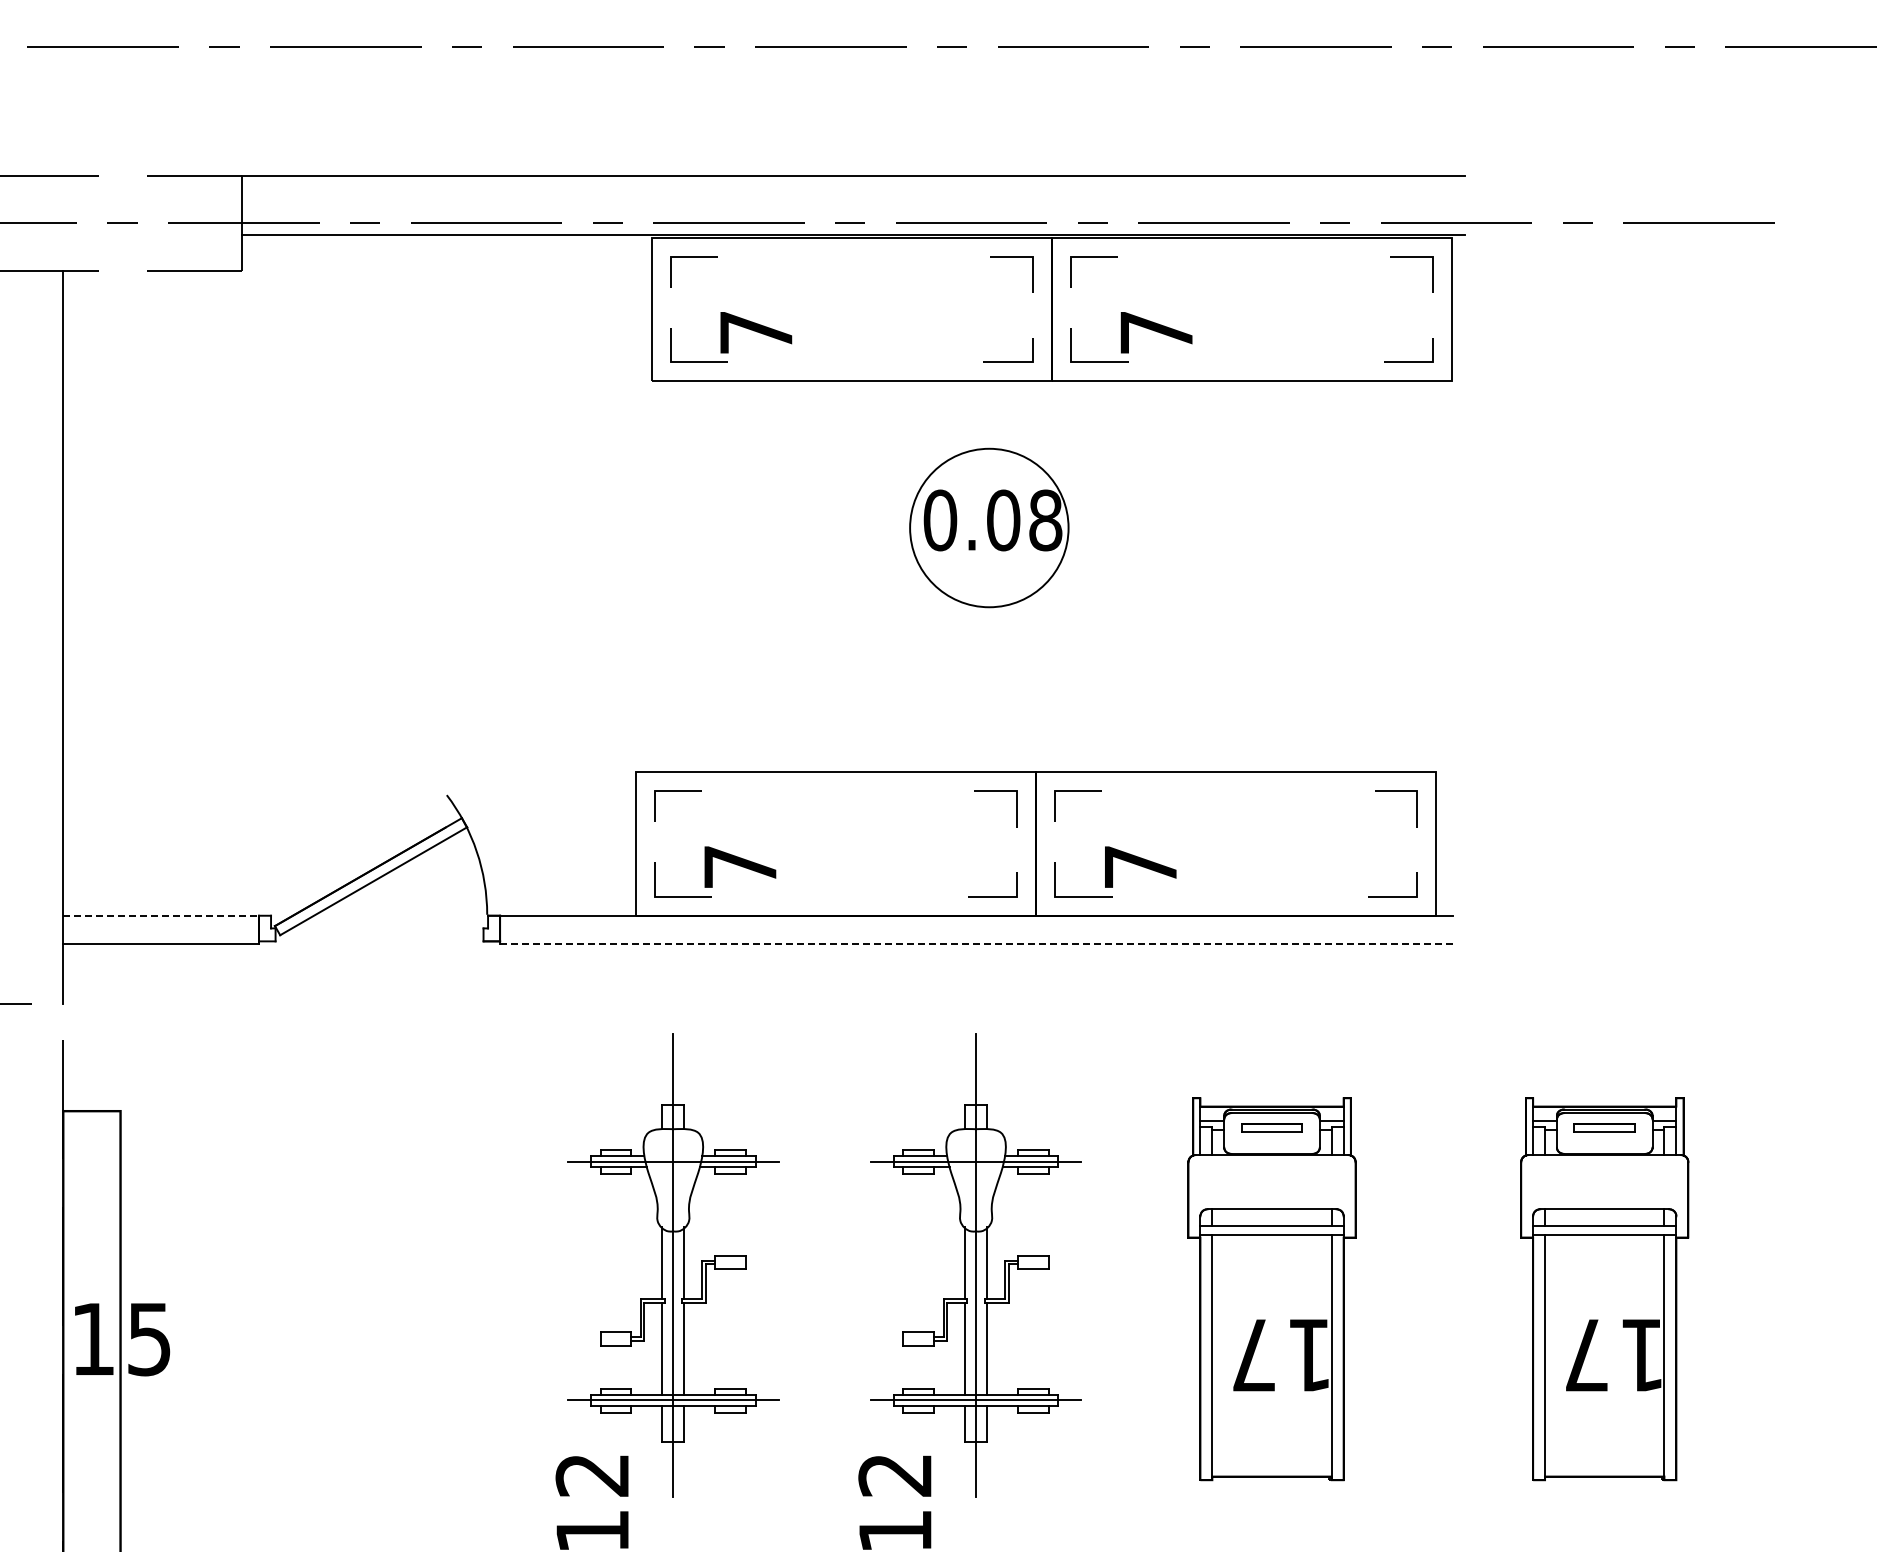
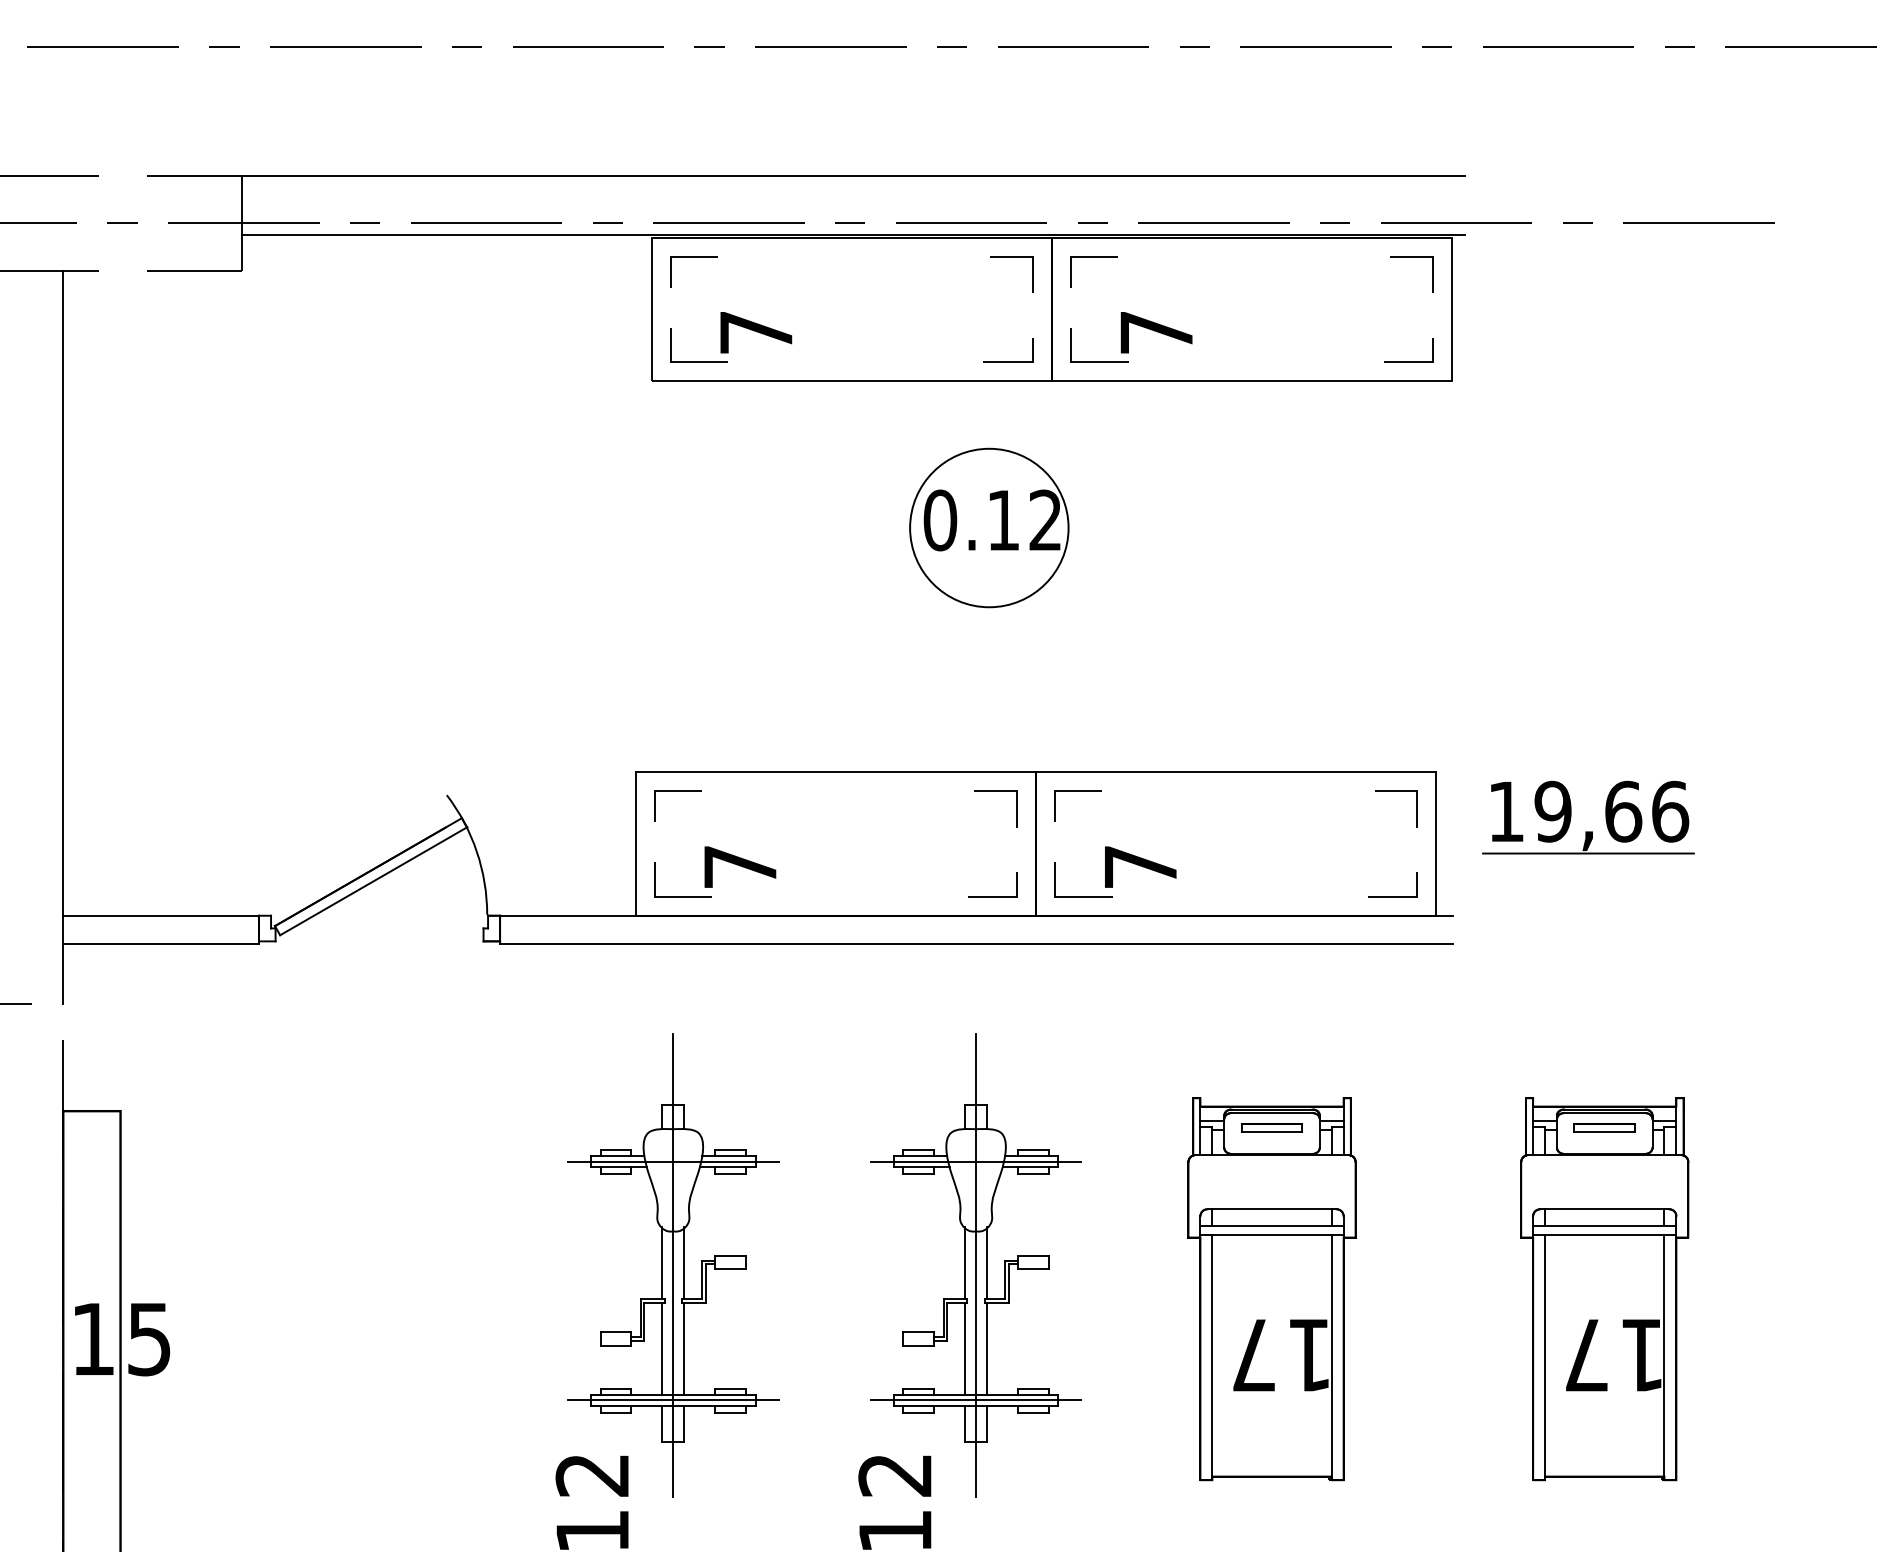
text at (1024, 520): 0.08 -> 0.12
part at (1588, 831): none -> present
line at (161, 915): dashed -> solid
line at (976, 944): dashed -> solid
